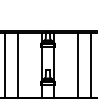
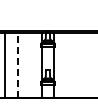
line at (17, 64): solid -> dashed
line at (78, 64): present -> none
line at (91, 64): present -> none
